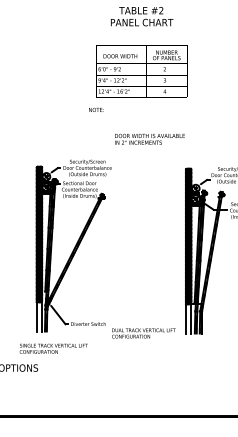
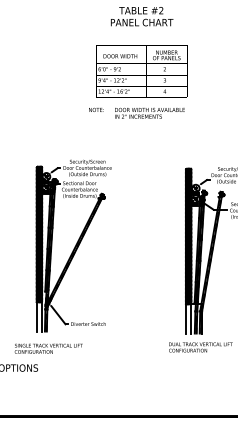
text at (149, 138) position: (149, 138) -> (149, 112)
text at (143, 333) position: (143, 333) -> (200, 347)
text at (53, 348) position: (53, 348) -> (48, 348)
